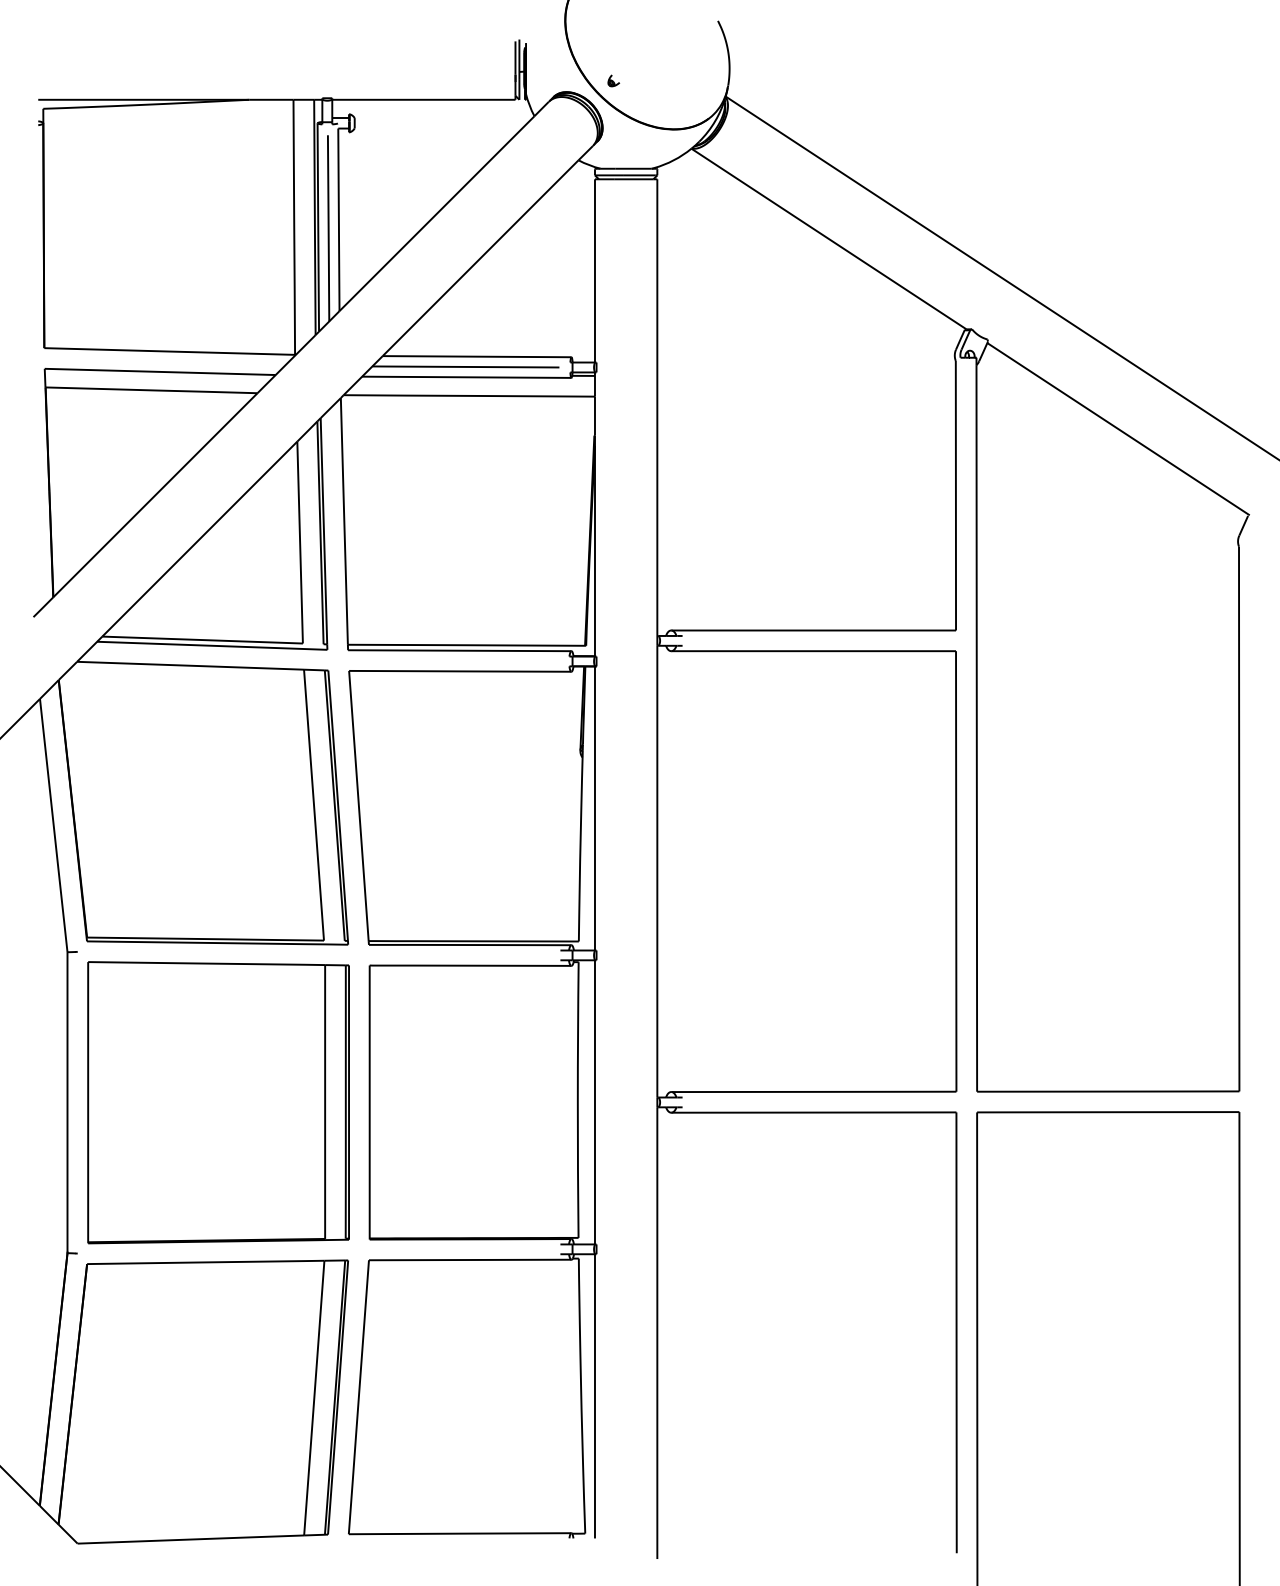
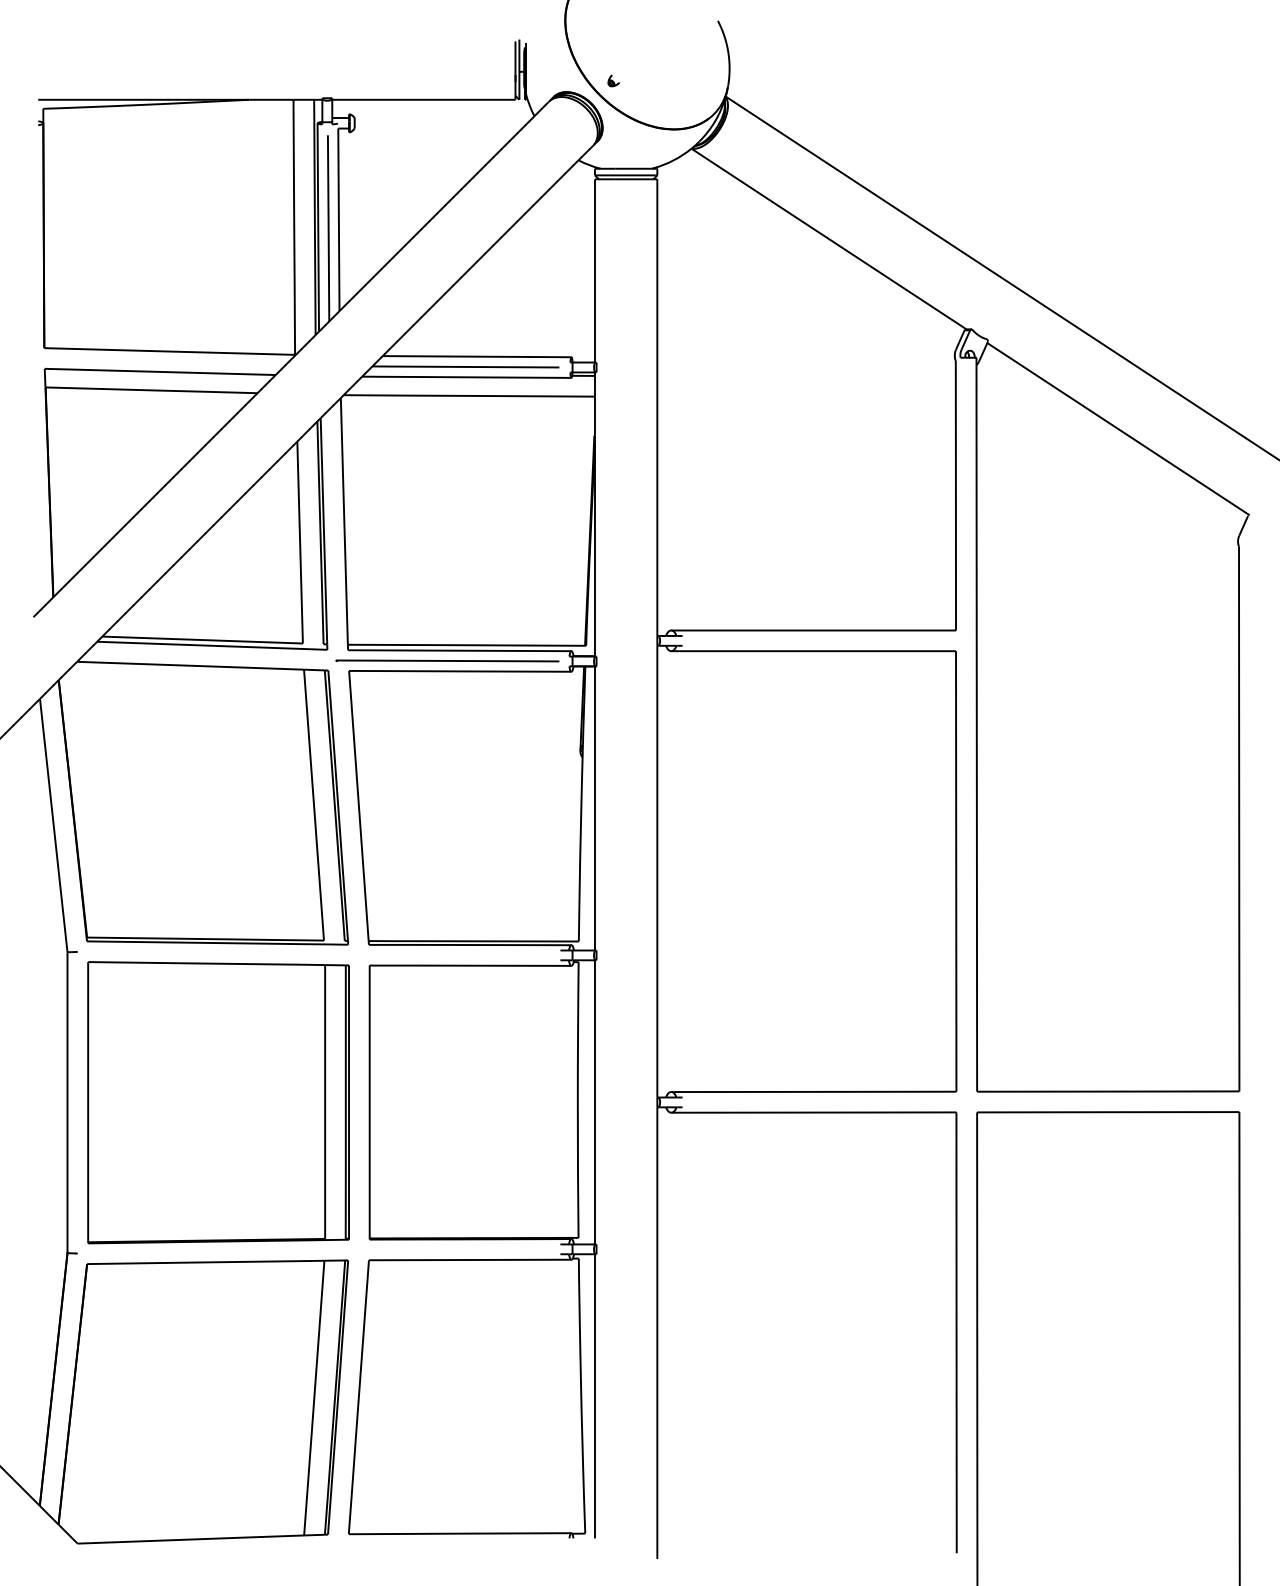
line at (447, 660): none -> present
